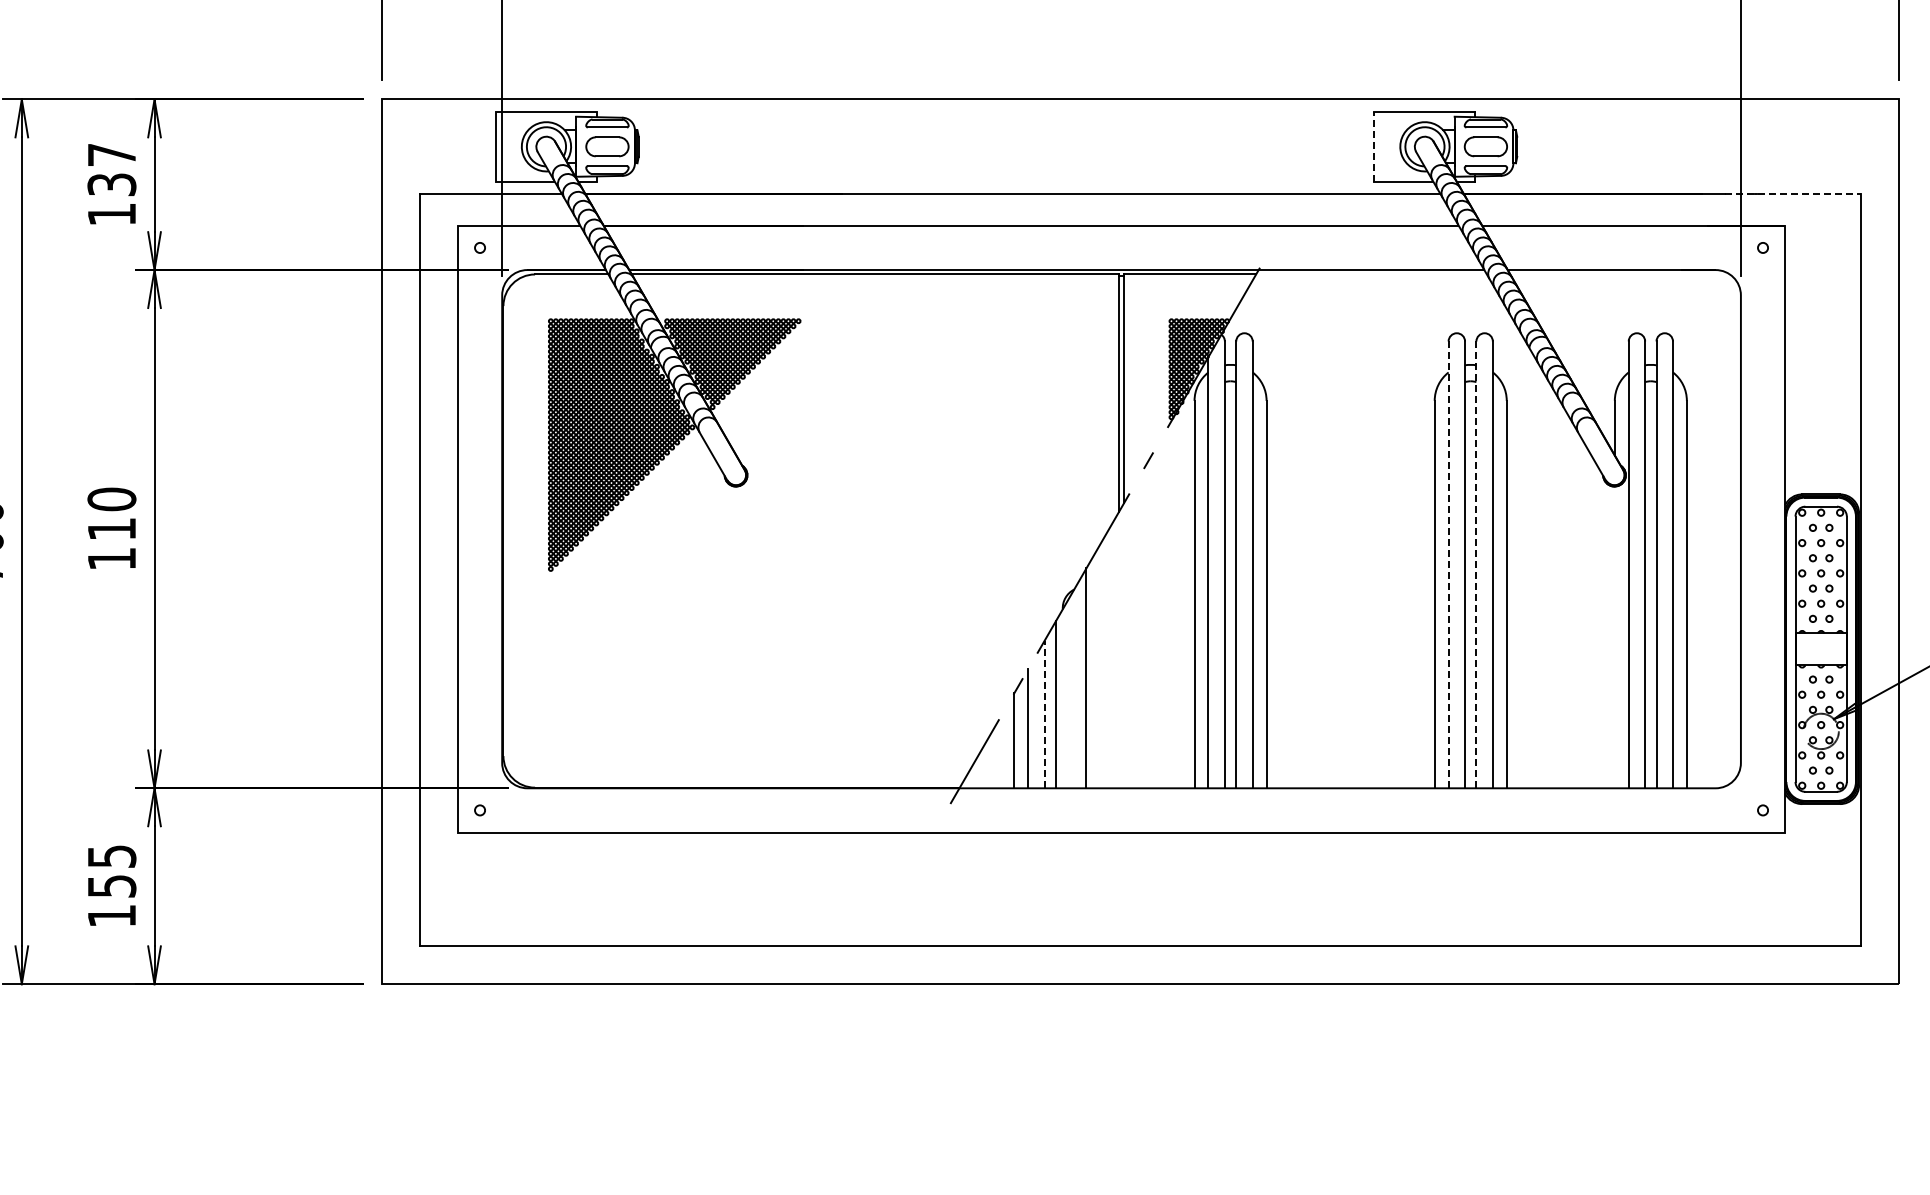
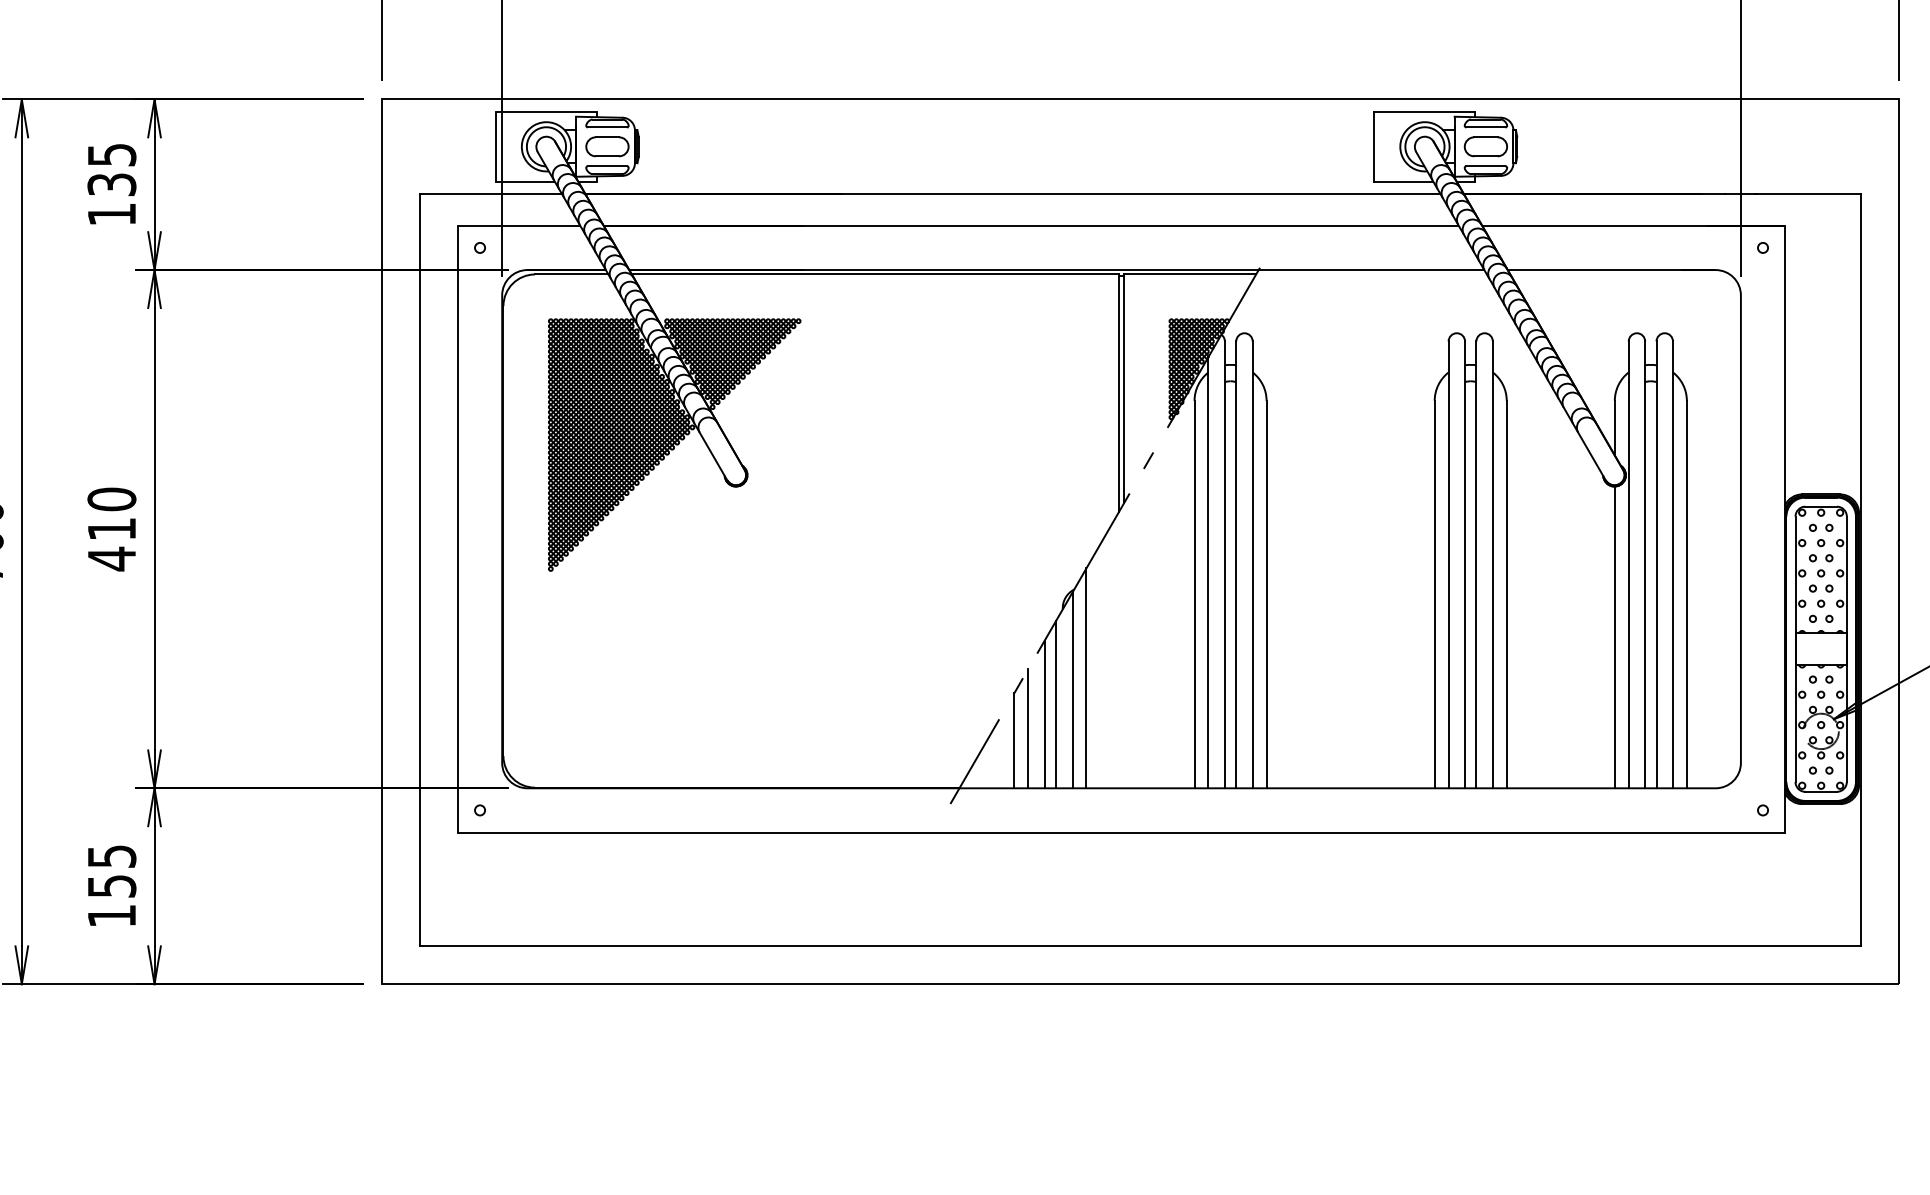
line at (1374, 146): dashed -> solid
text at (112, 155): 137 -> 135
line at (1793, 194): dashed -> solid
text at (111, 558): 110 -> 410
line at (1448, 564): dashed -> solid
line at (1476, 565): dashed -> solid
line at (1614, 637): none -> present
line at (1072, 690): none -> present
line at (1044, 714): dashed -> solid
